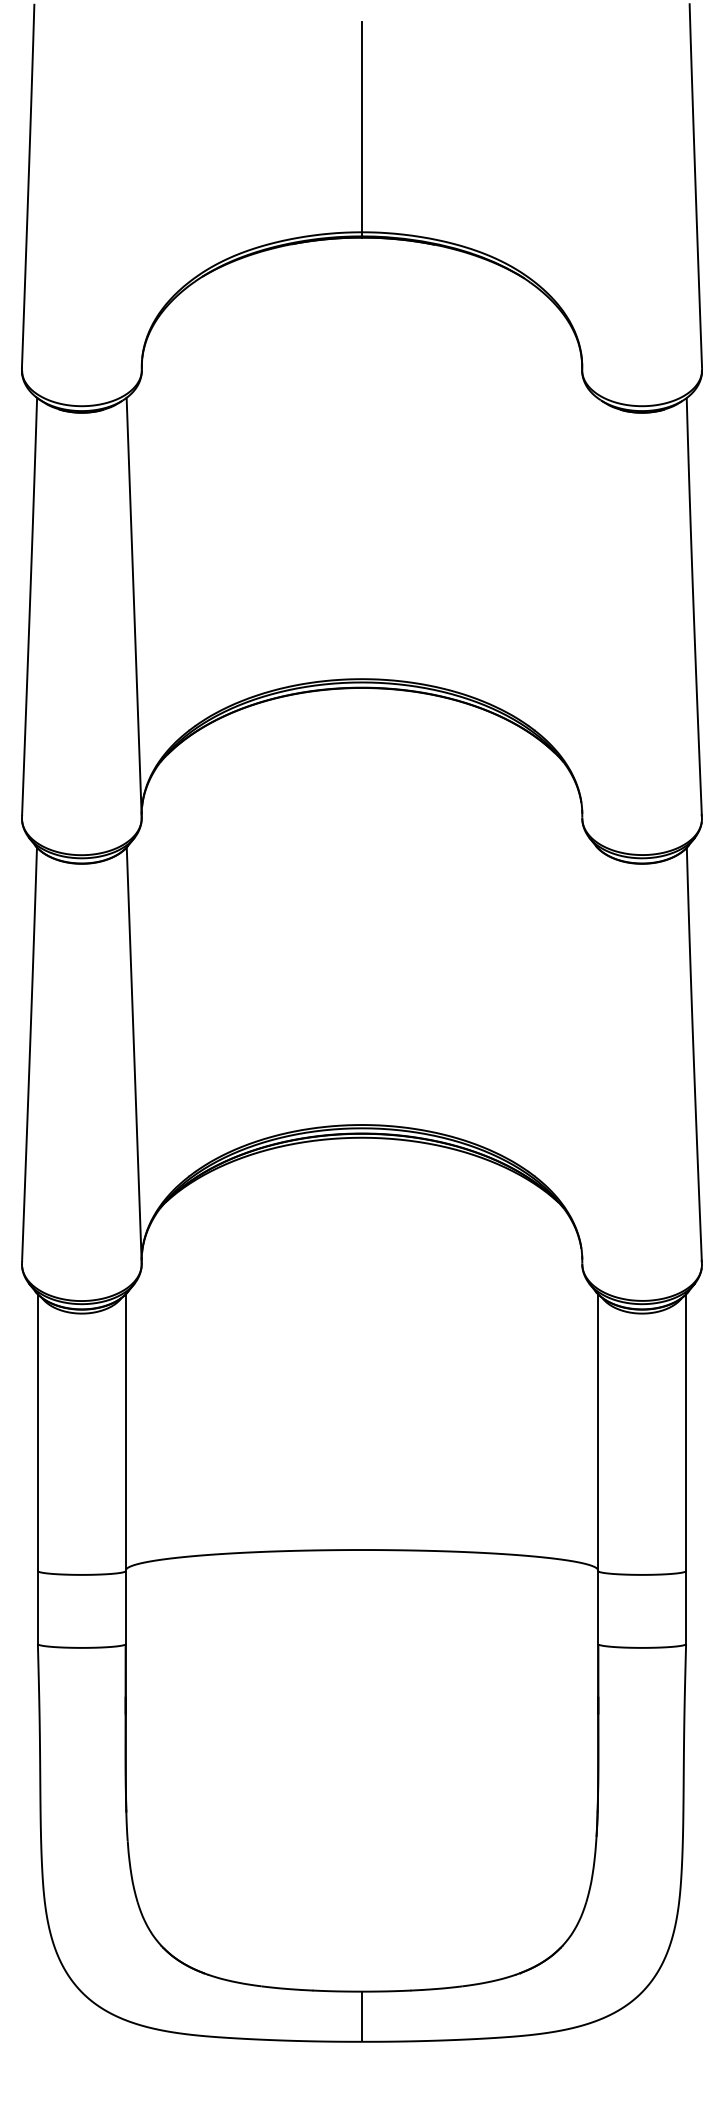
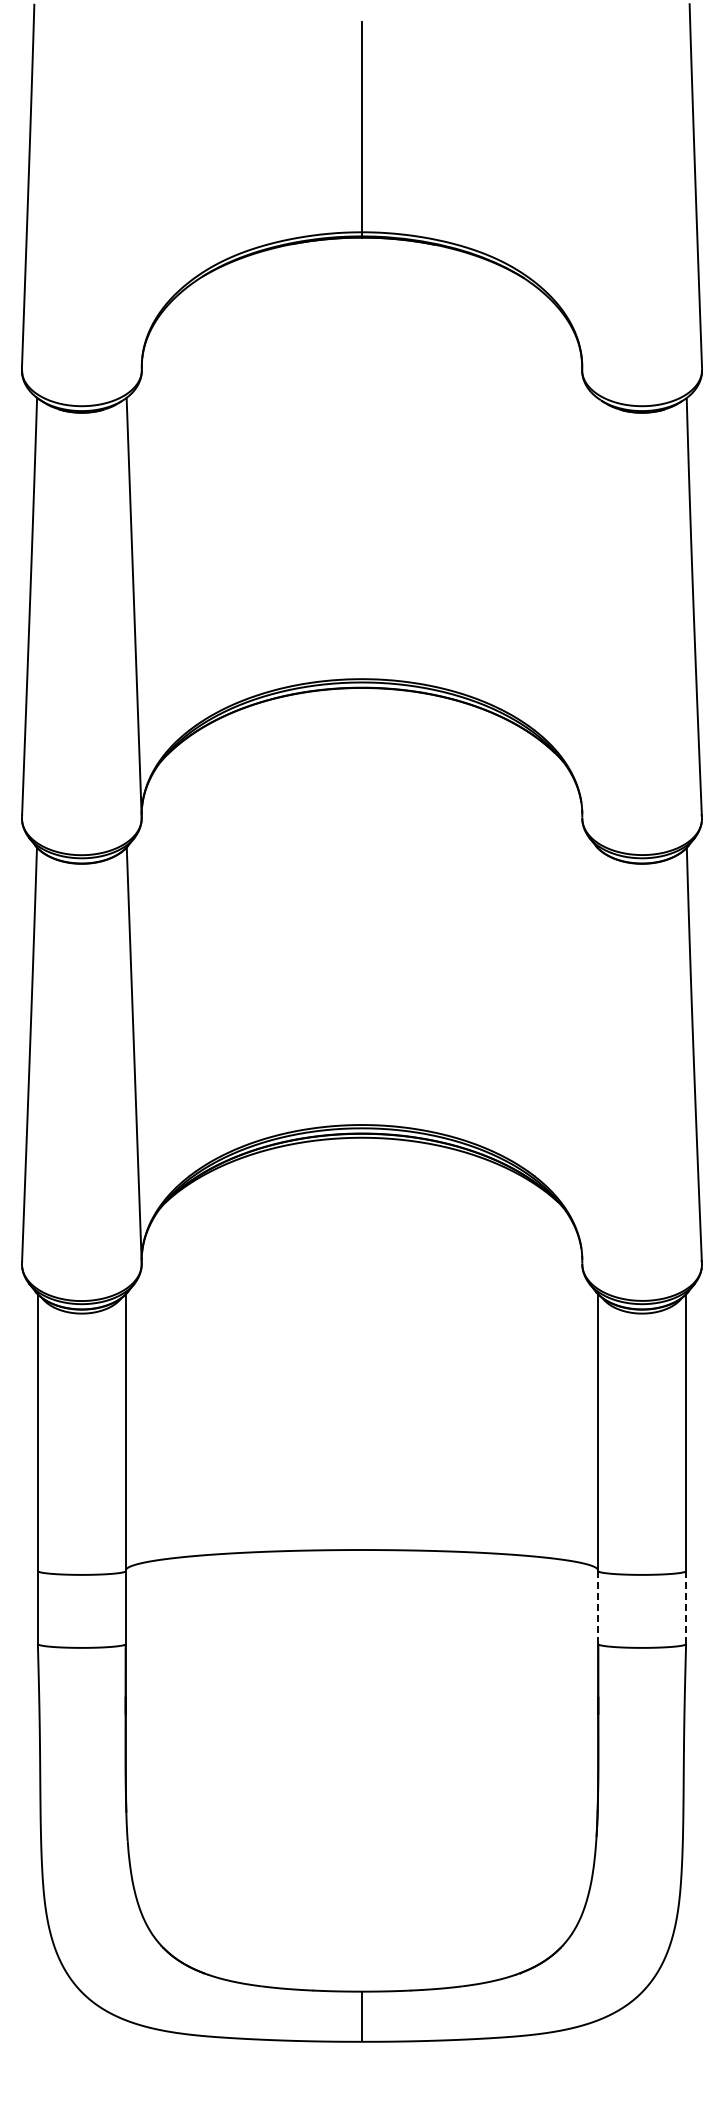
line at (598, 1607): solid -> dashed
line at (686, 1607): solid -> dashed
